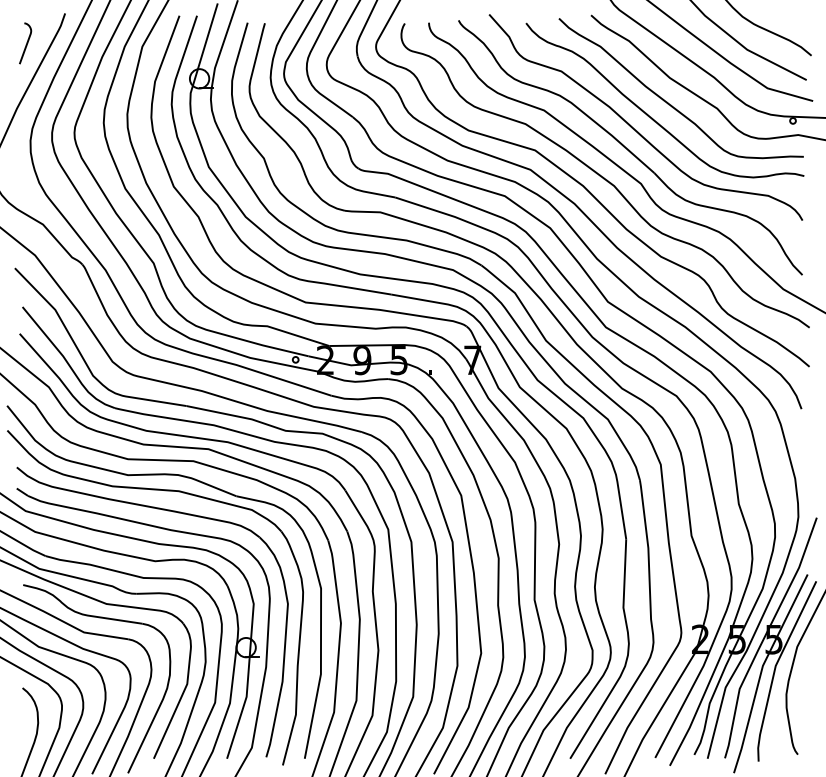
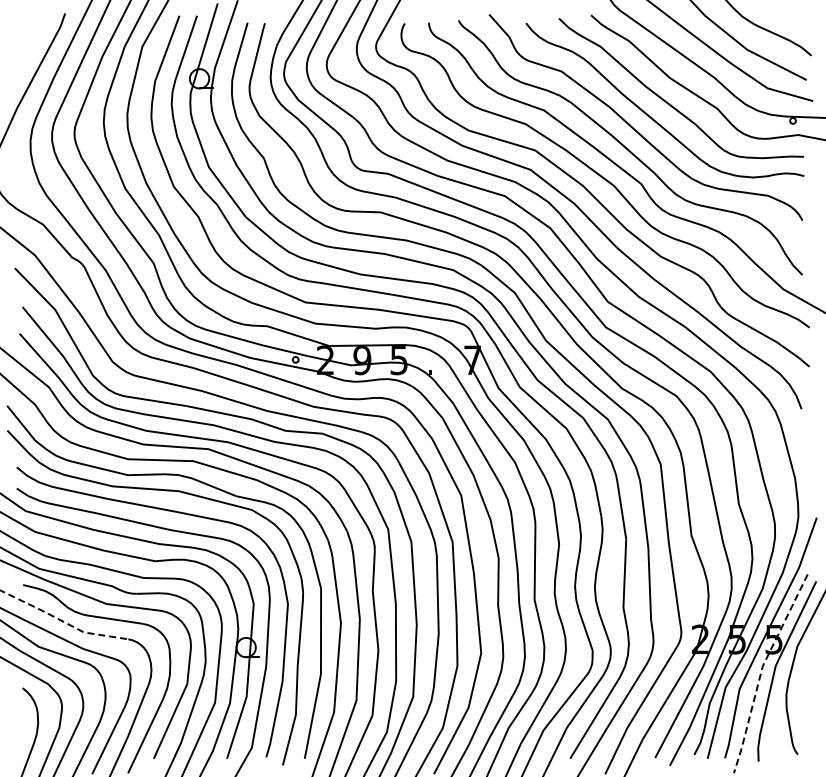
curve at (26, 43): present -> none
line at (62, 621): solid -> dashed
line at (761, 670): solid -> dashed
